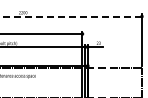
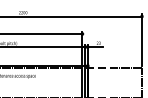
line at (71, 16): dashed -> solid
